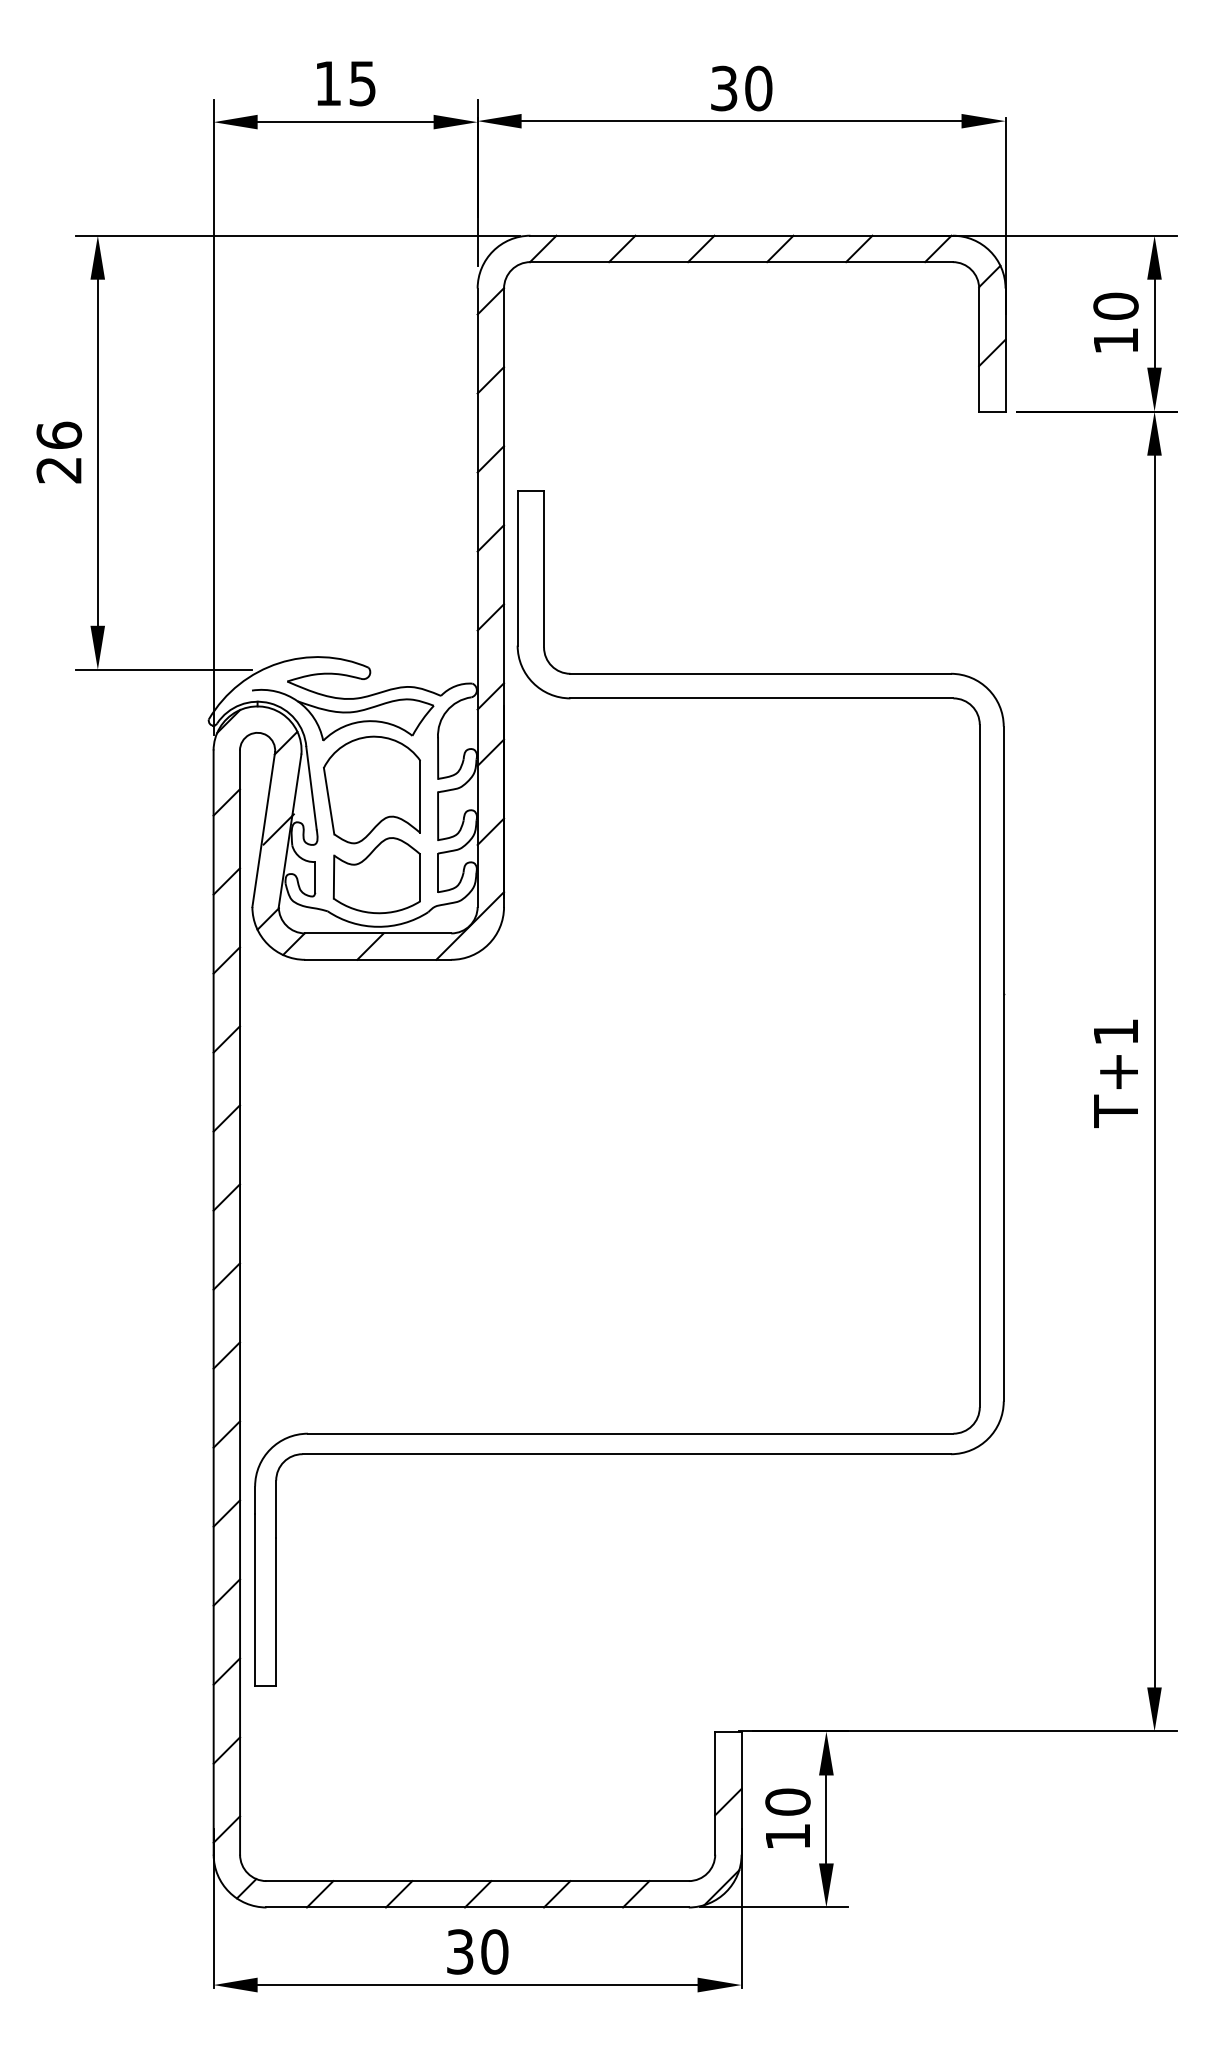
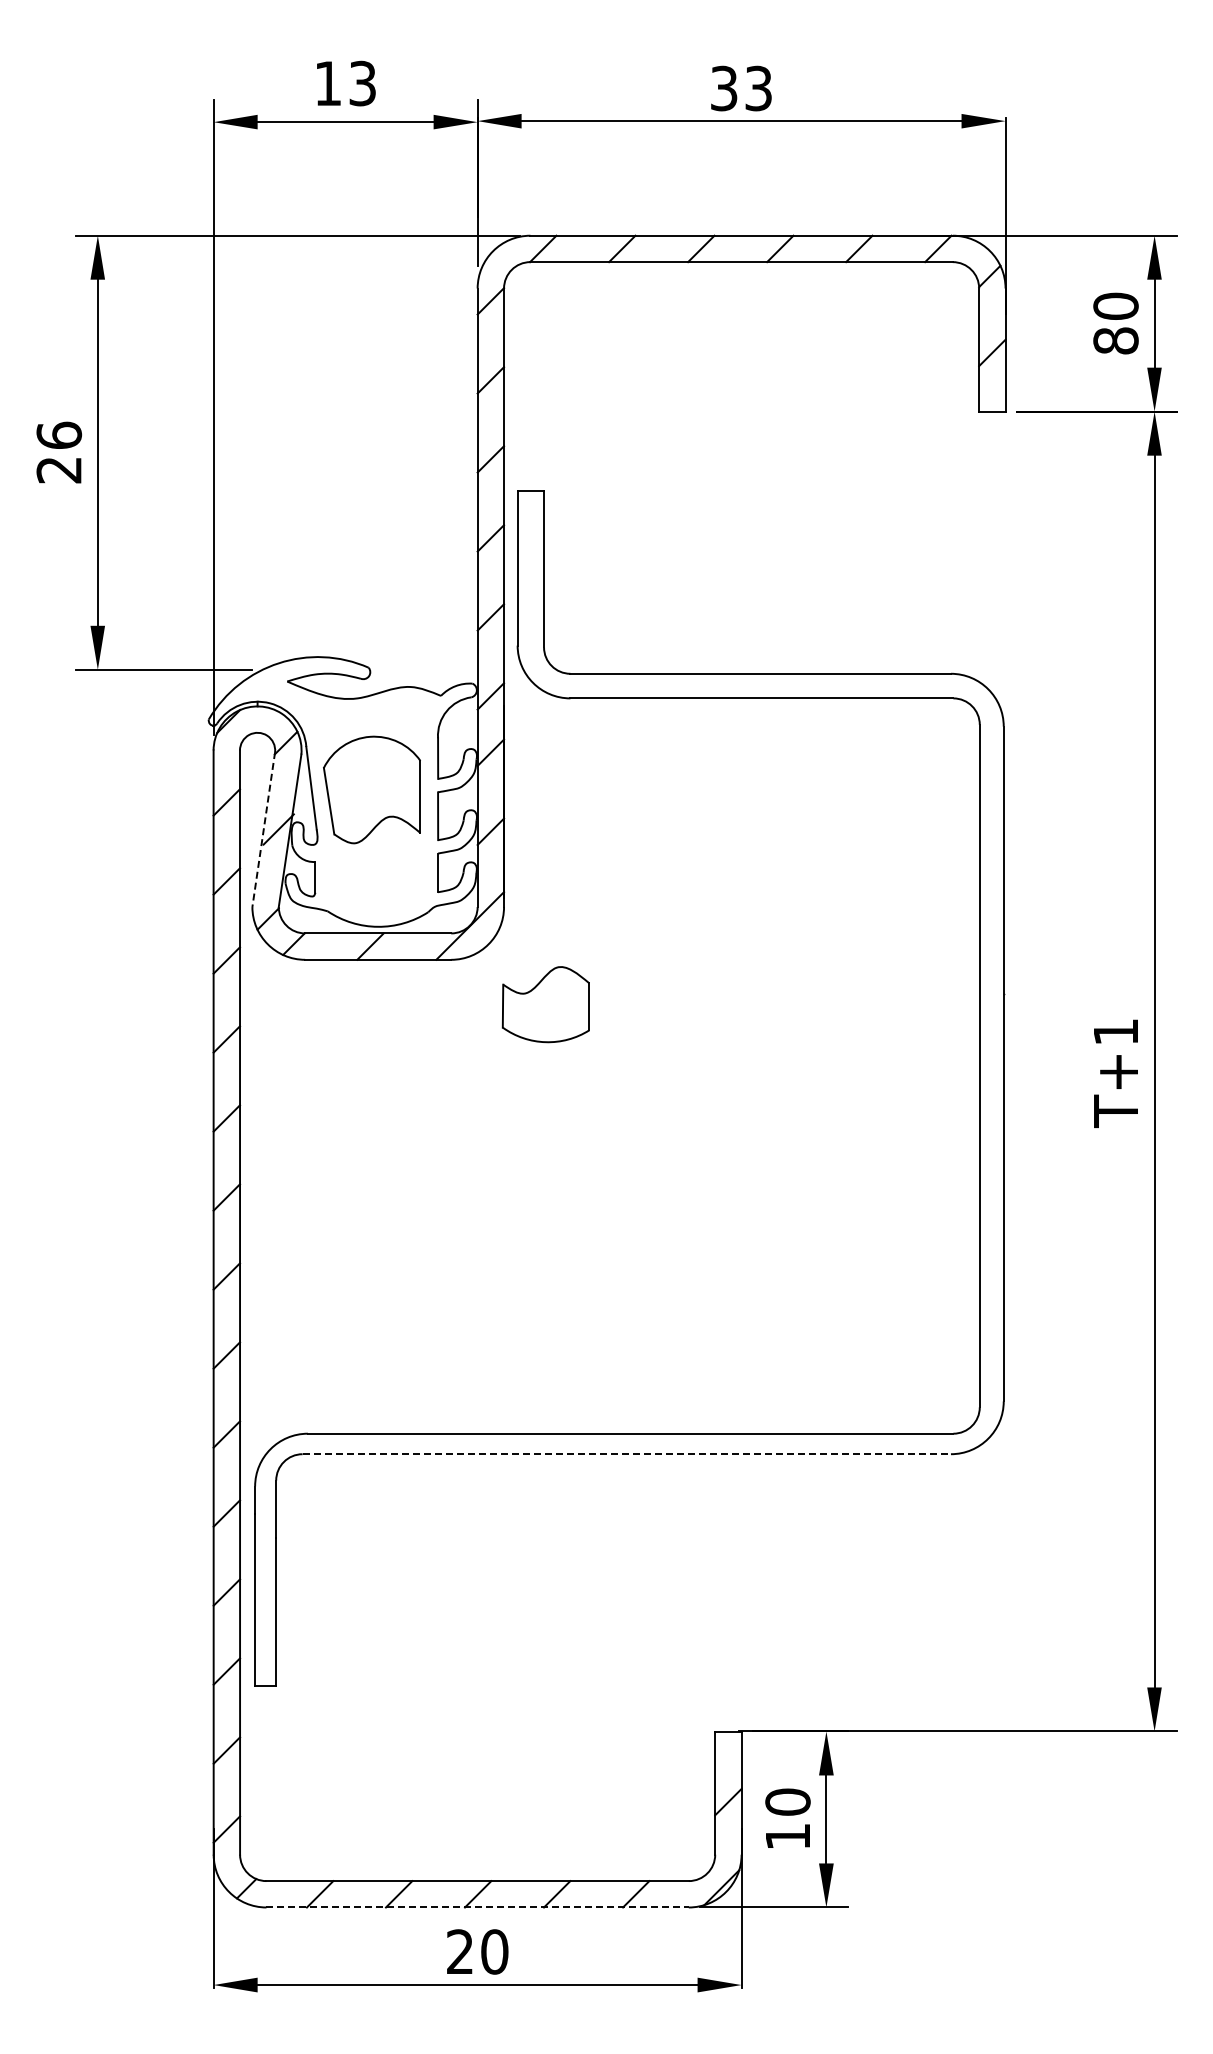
text at (362, 82): 15 -> 13
text at (758, 88): 30 -> 33
text at (1115, 340): 10 -> 80
part at (343, 714): present -> none
line at (263, 830): solid -> dashed
part at (376, 875) position: (376, 875) -> (545, 1004)
line at (627, 1454): solid -> dashed
line at (478, 1907): solid -> dashed
text at (460, 1951): 30 -> 20
